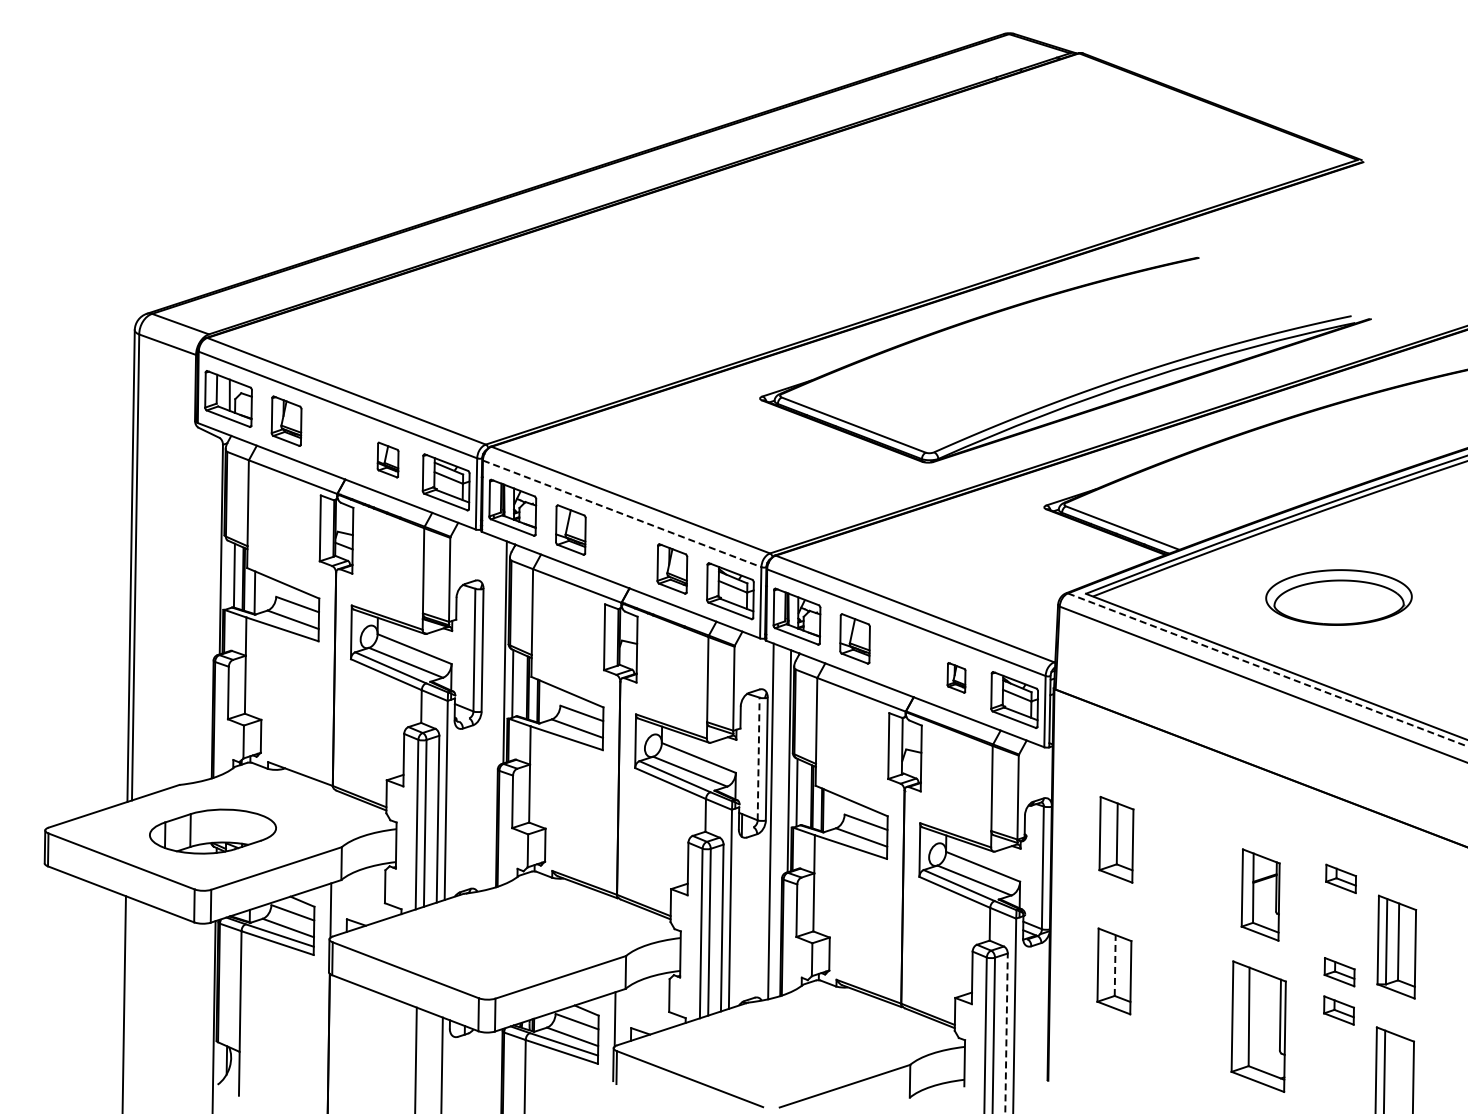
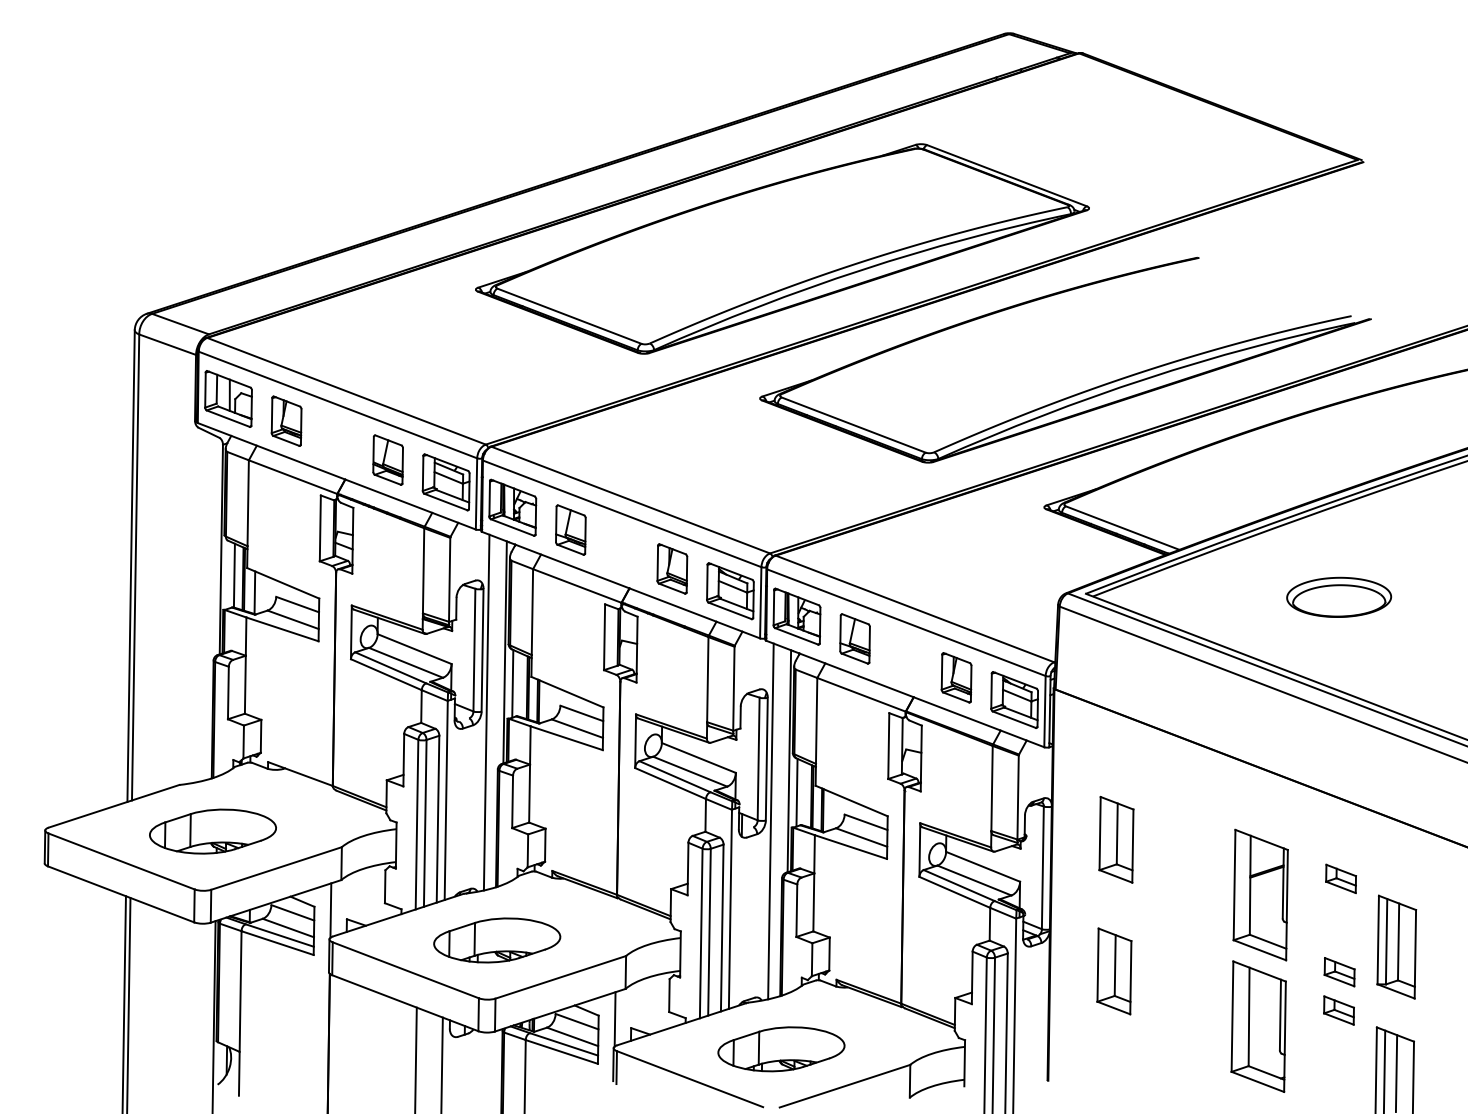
part at (782, 248): none -> present
part at (387, 459) size: 24x38 px -> 32x52 px
line at (622, 514): dashed -> solid
part at (1338, 597) size: 148x57 px -> 107x42 px
line at (1268, 670): dashed -> solid
part at (956, 677) size: 21x32 px -> 33x52 px
line at (486, 712): none -> present
line at (758, 758): dashed -> solid
part at (1260, 894) size: 41x94 px -> 57x134 px
part at (497, 940): none -> present
line at (1115, 965): dashed -> solid
line at (128, 1003): none -> present
line at (1006, 1033): dashed -> solid
part at (781, 1049): none -> present
line at (1396, 1072): none -> present
